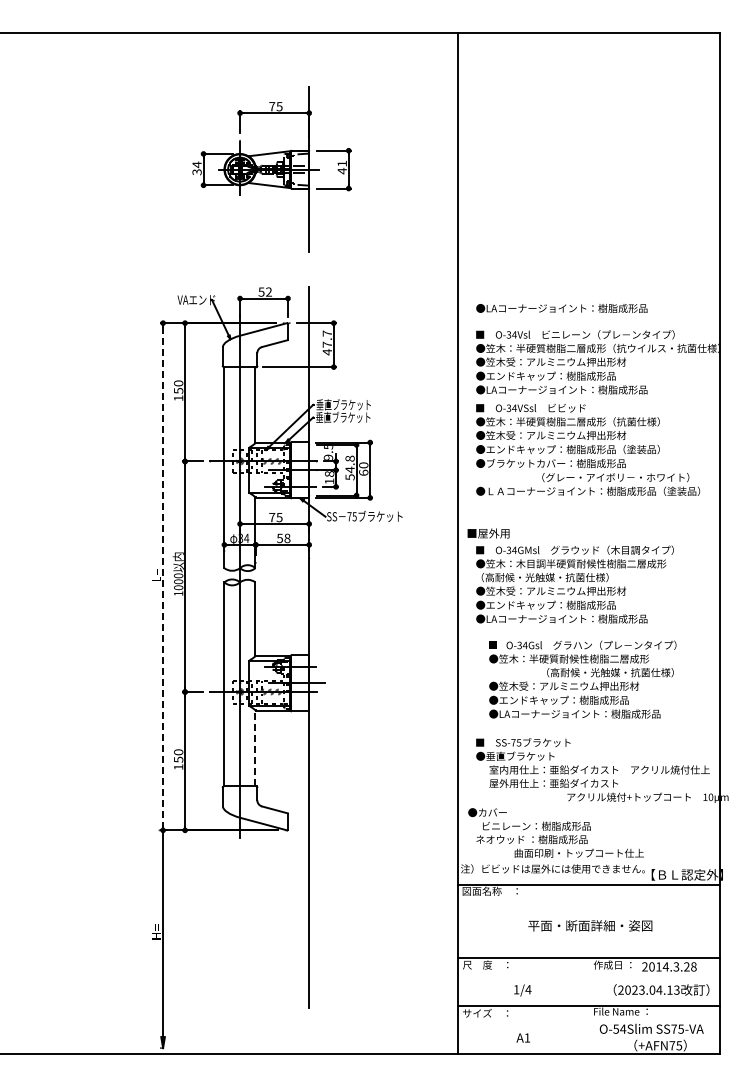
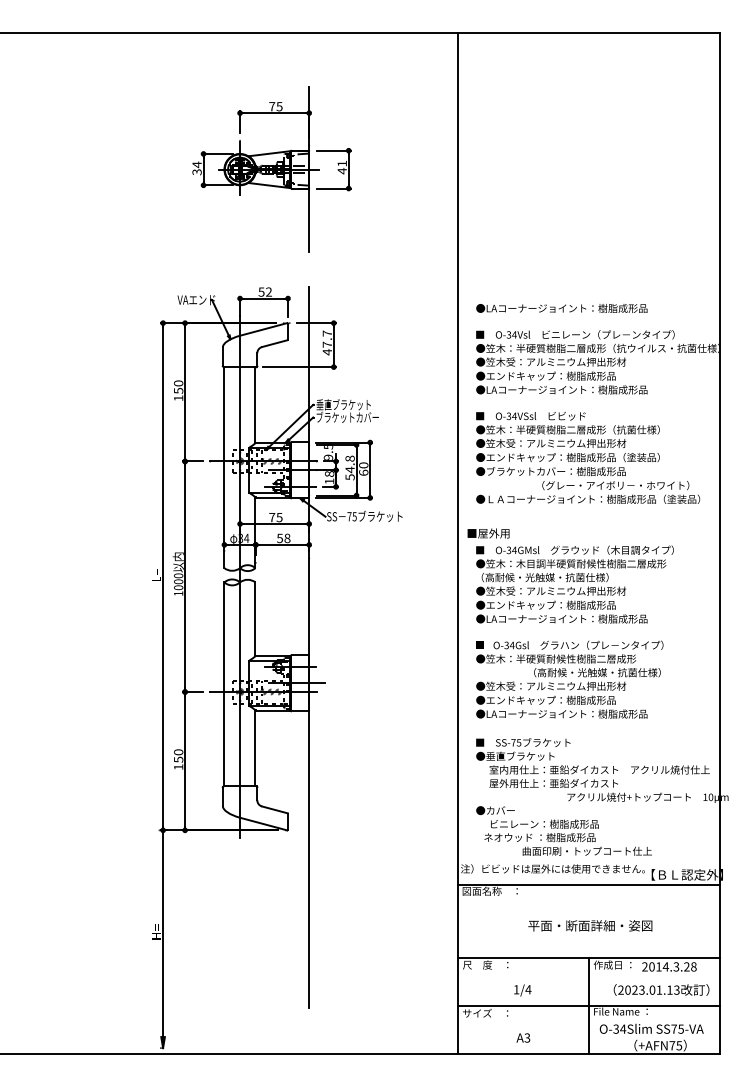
text at (347, 417): 垂直ブラケット -> ブラケットカバー
text at (588, 449) position: (588, 449) -> (588, 457)
line at (163, 576): dashed -> solid
text at (582, 679) position: (582, 679) -> (569, 679)
line at (255, 747): dashed -> solid
text at (555, 832) position: (555, 832) -> (563, 830)
text at (659, 989): 2023.04.13 -> 2023.01.13
line at (589, 1006): none -> present
text at (615, 1028): O-54Slim -> O-34Slim
text at (527, 1037): A1 -> A3
